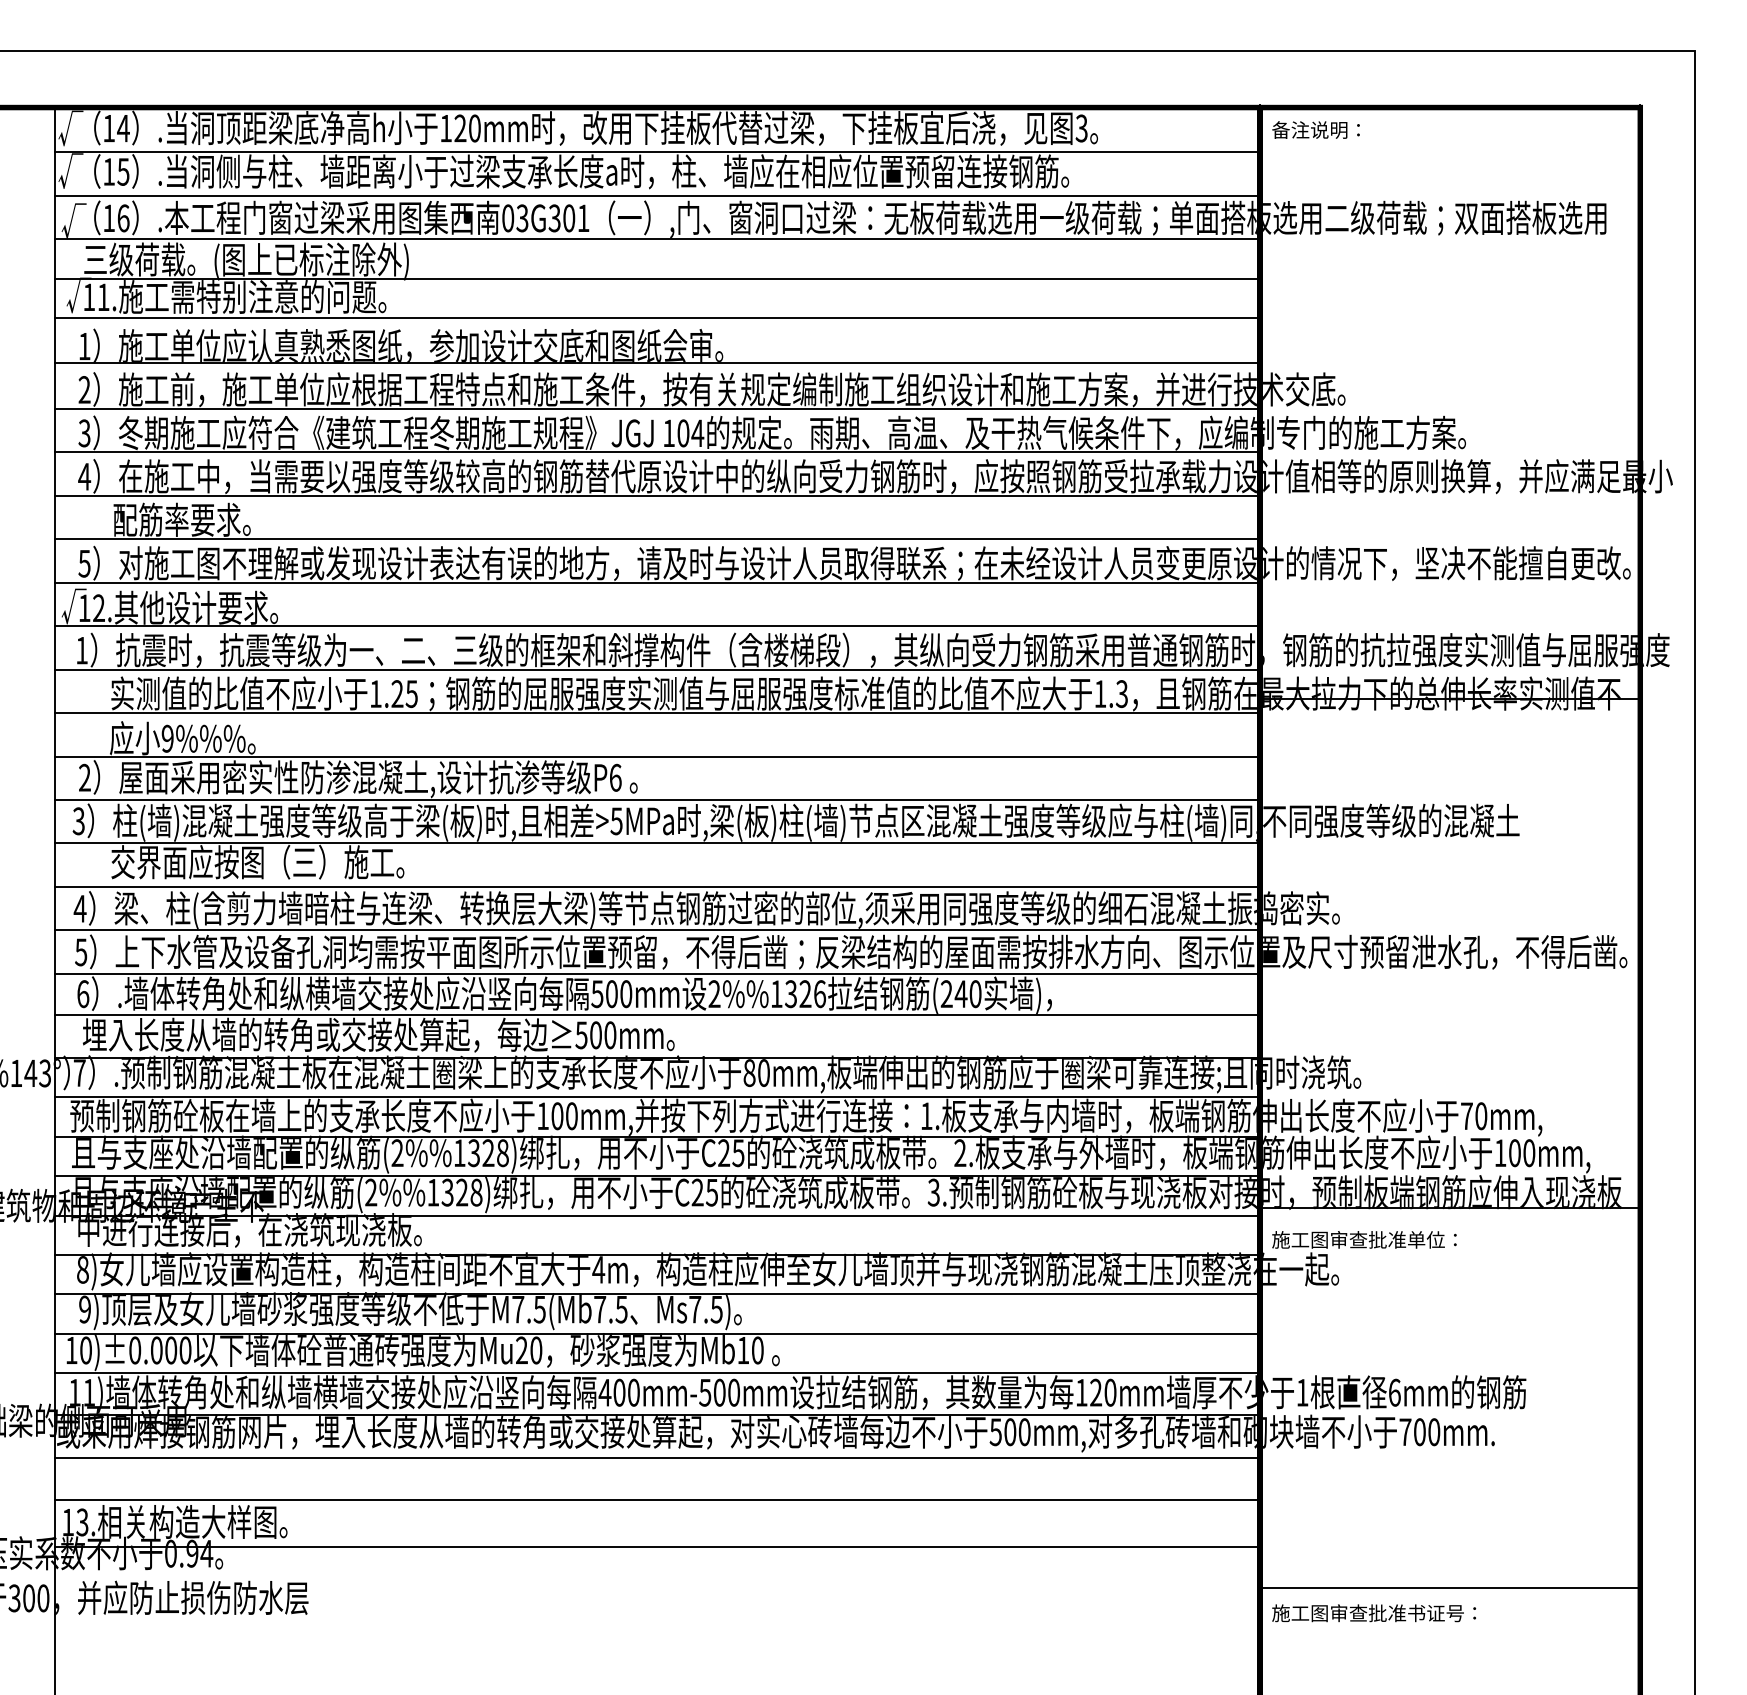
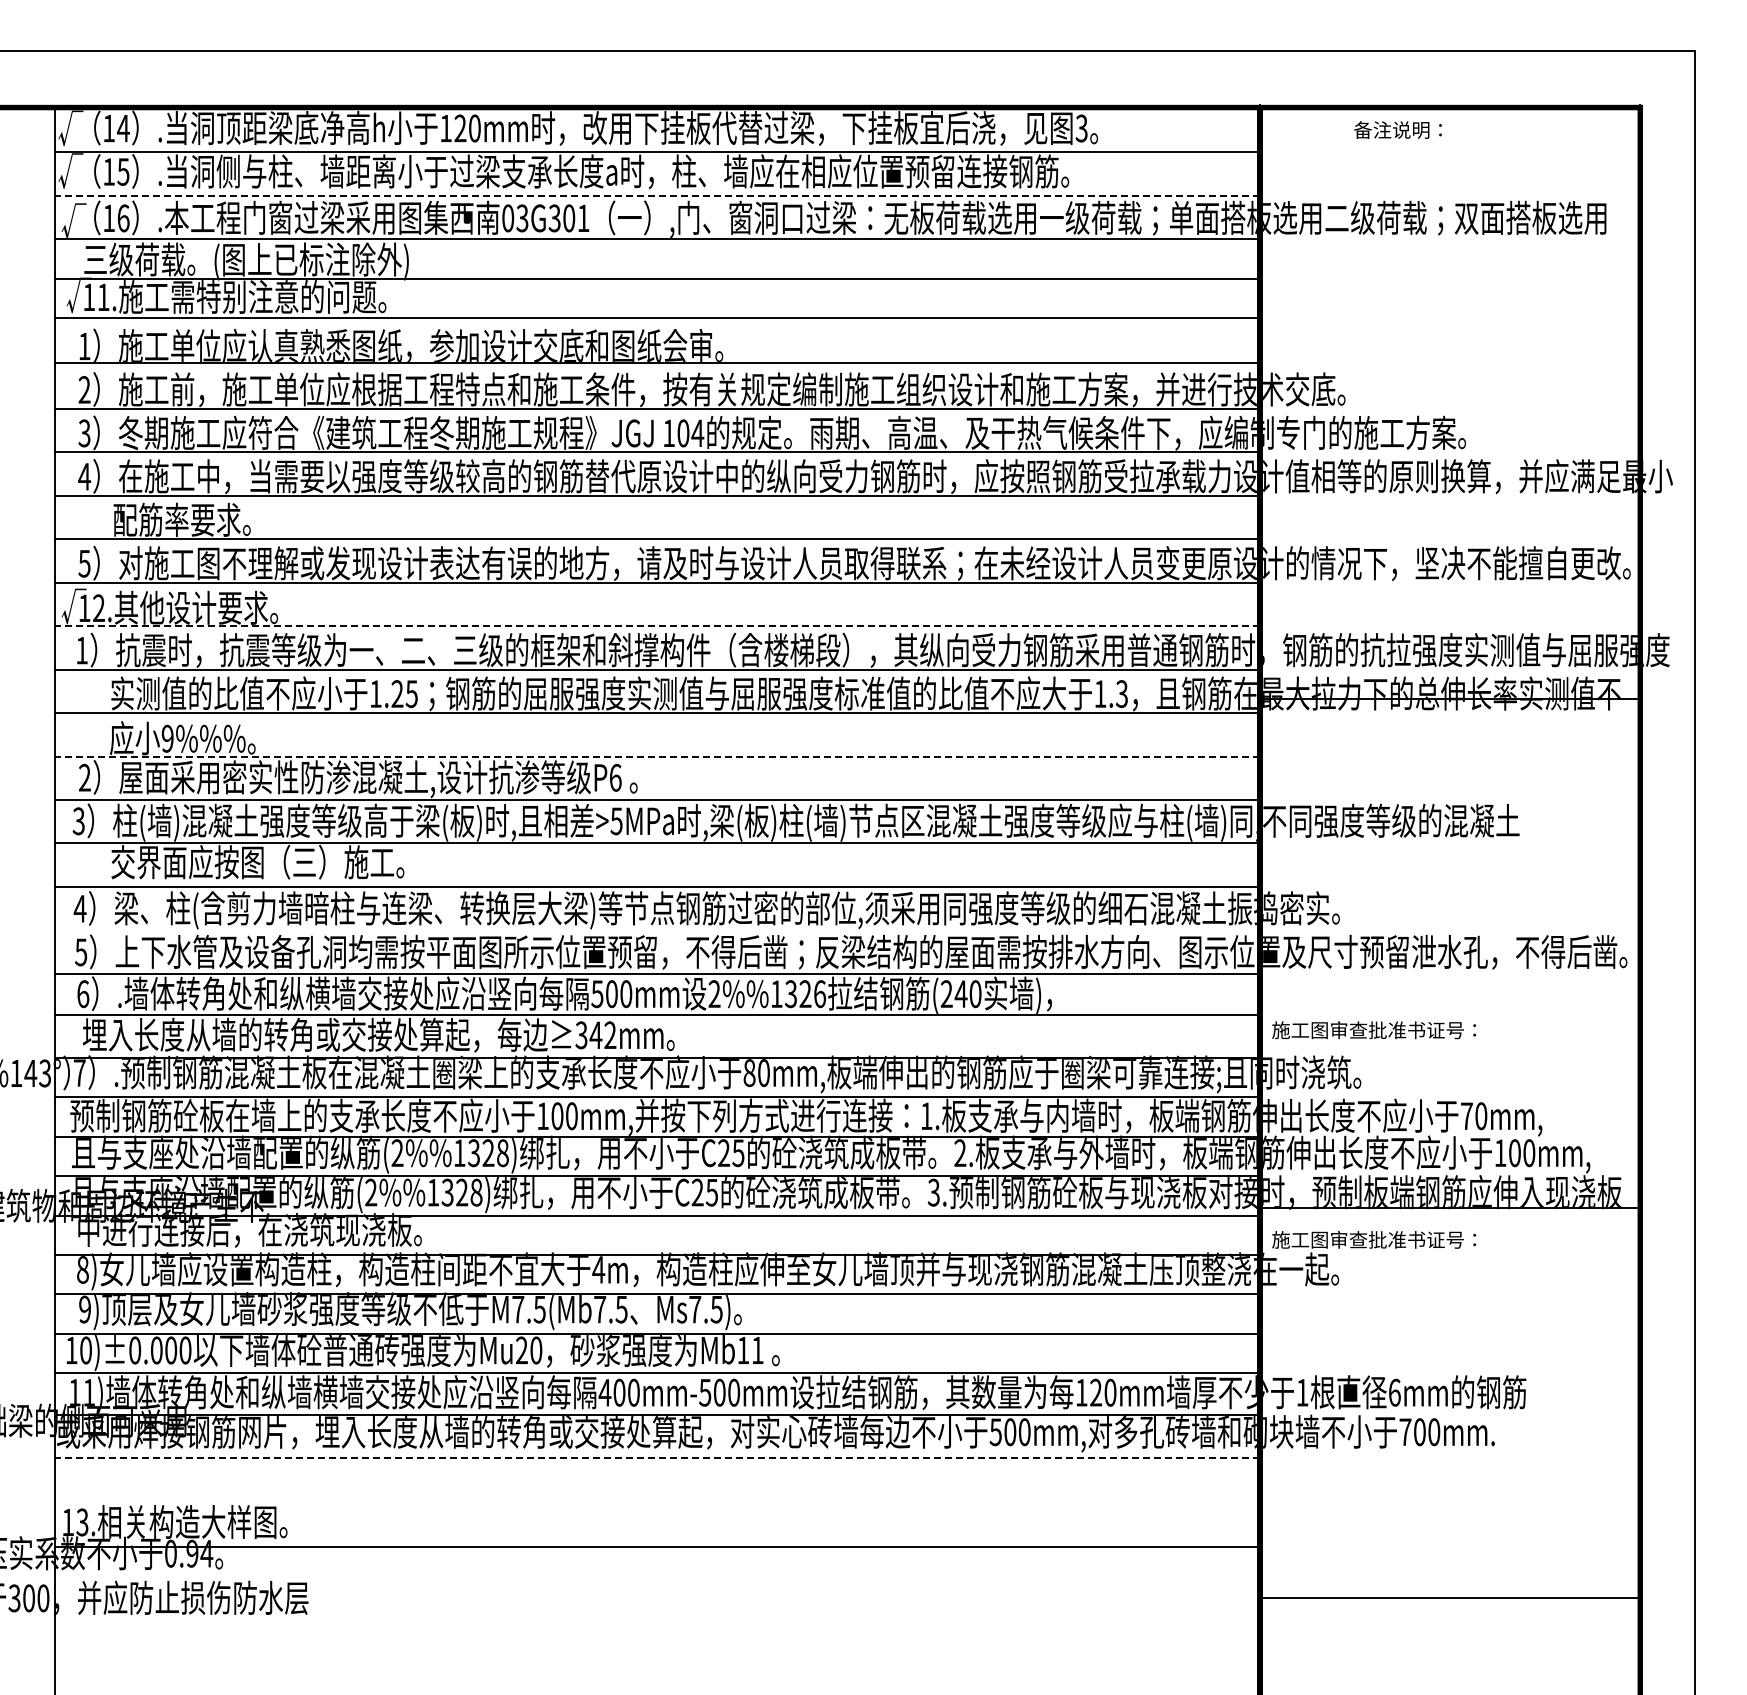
text at (1315, 129) position: (1315, 129) -> (1397, 129)
line at (657, 196): solid -> dashed
line at (657, 626): solid -> dashed
line at (657, 756): solid -> dashed
line at (657, 930): present -> none
text at (596, 1035): 500mm -> 342mm
text at (1442, 1239): 施工图审查批准单位： -> 施工图审查批准书证号：
text at (757, 1350): Mb10 -> Mb11
line at (657, 1457): solid -> dashed
line at (657, 1500): present -> none
line at (1450, 1588) position: (1450, 1588) -> (1450, 1598)
text at (1374, 1613) position: (1374, 1613) -> (1374, 1030)
